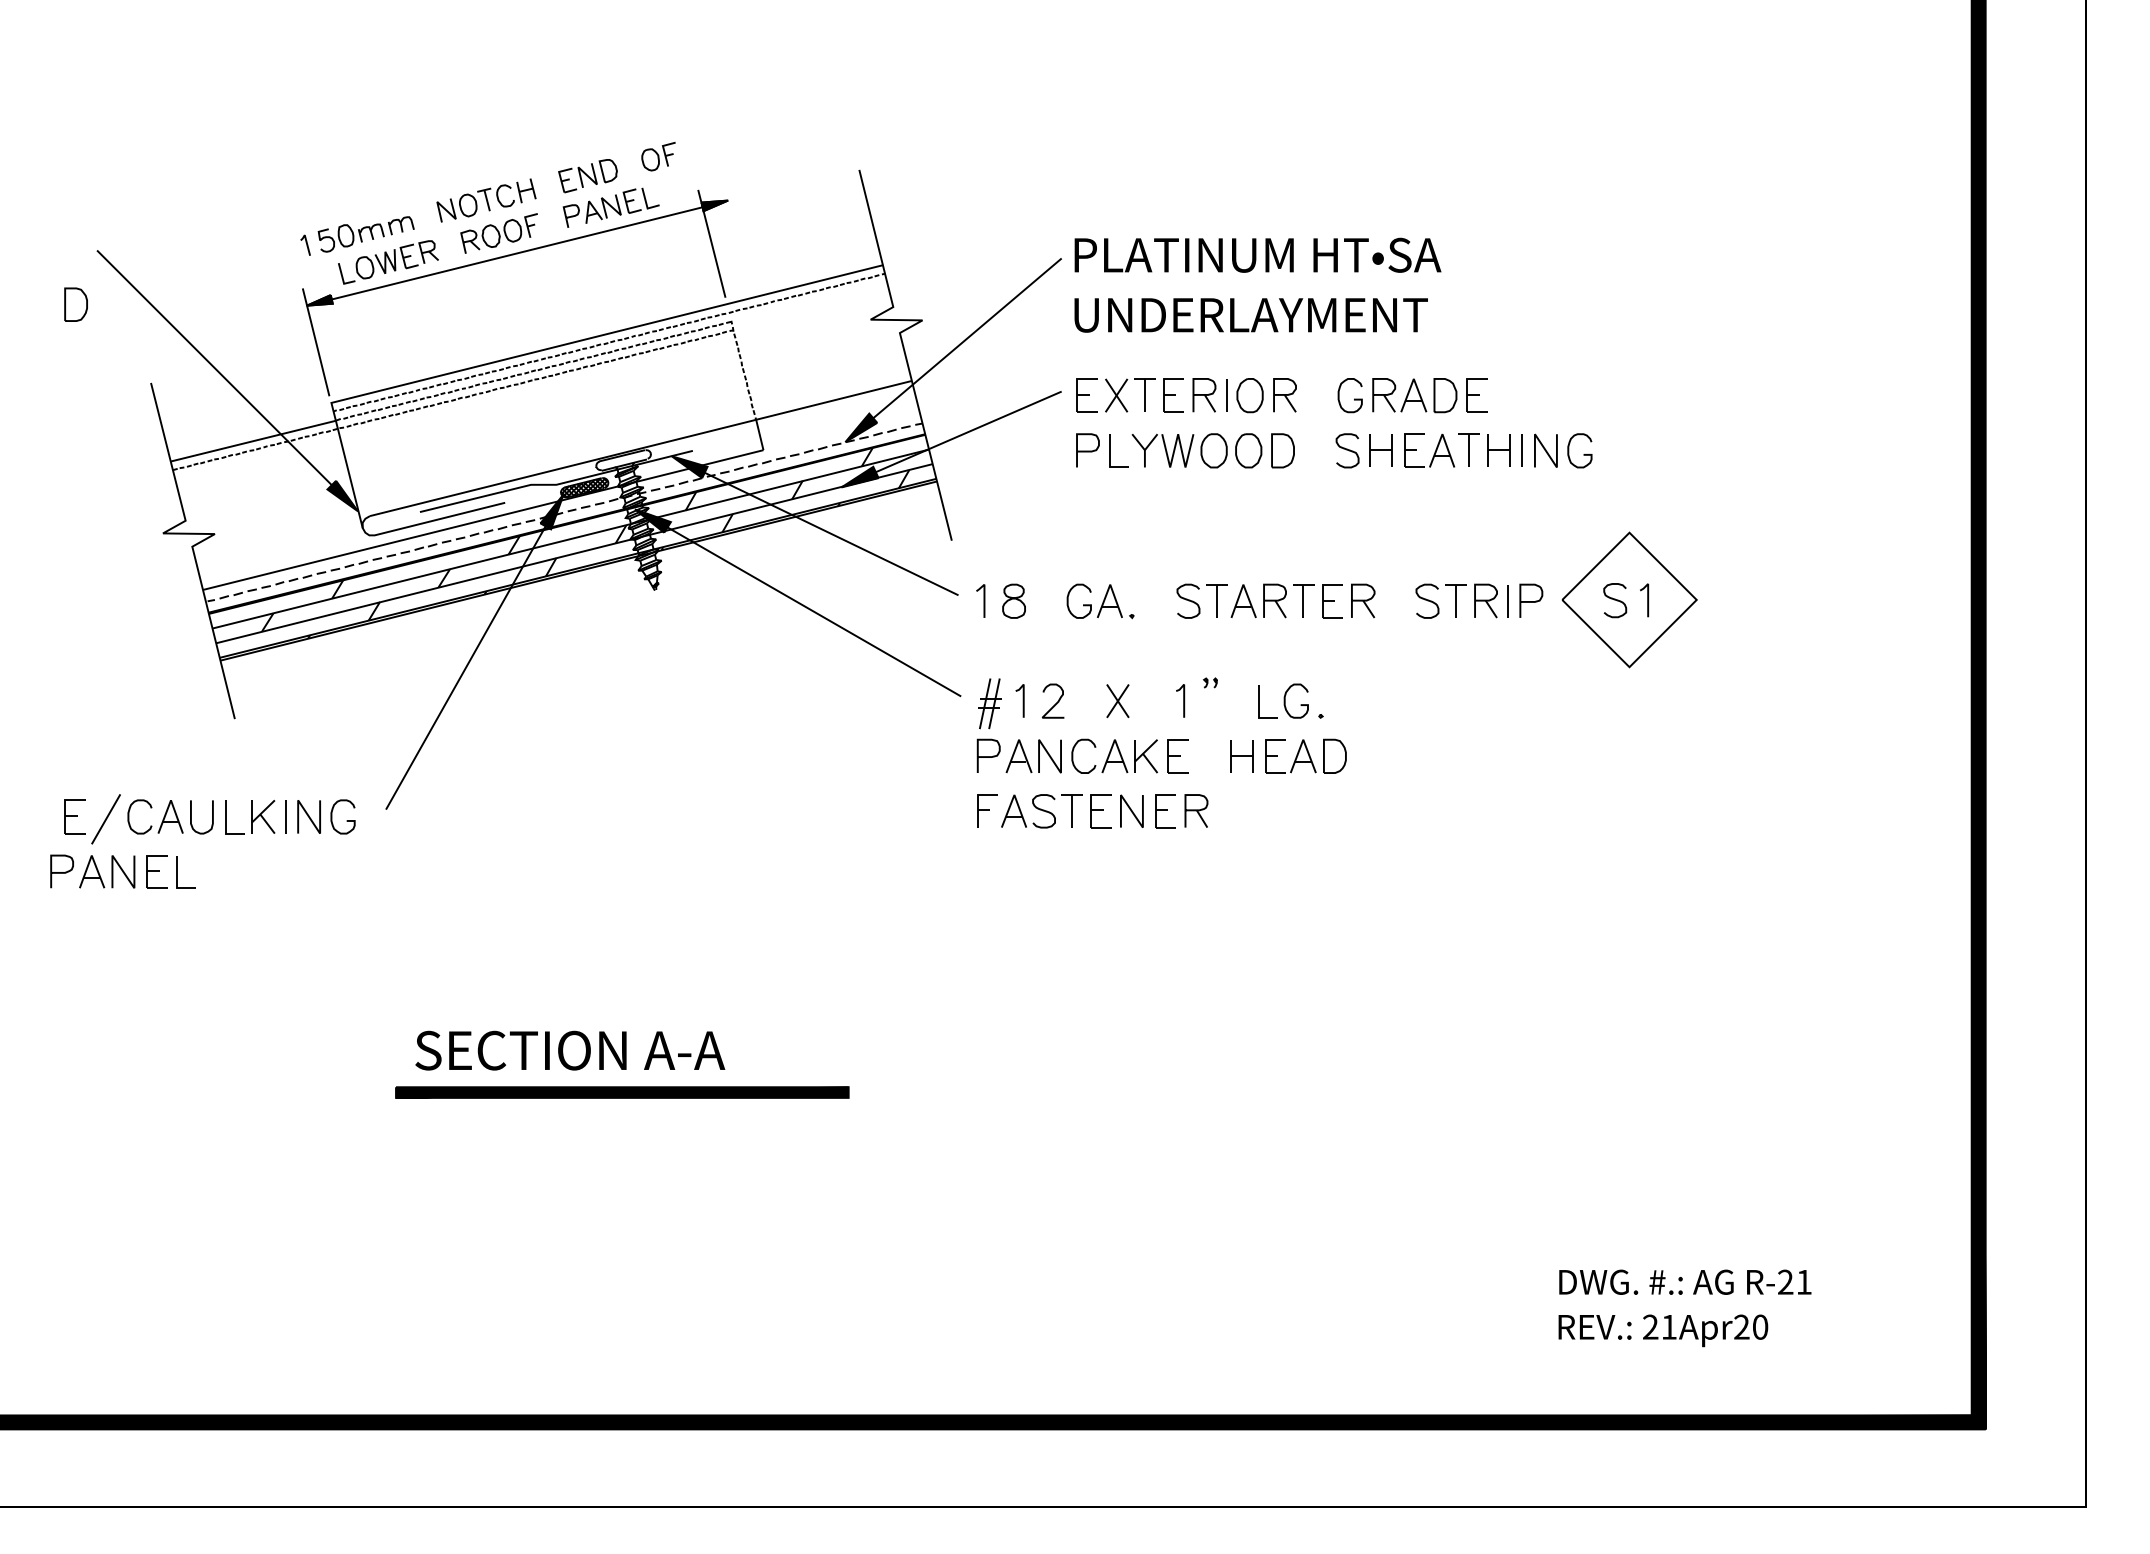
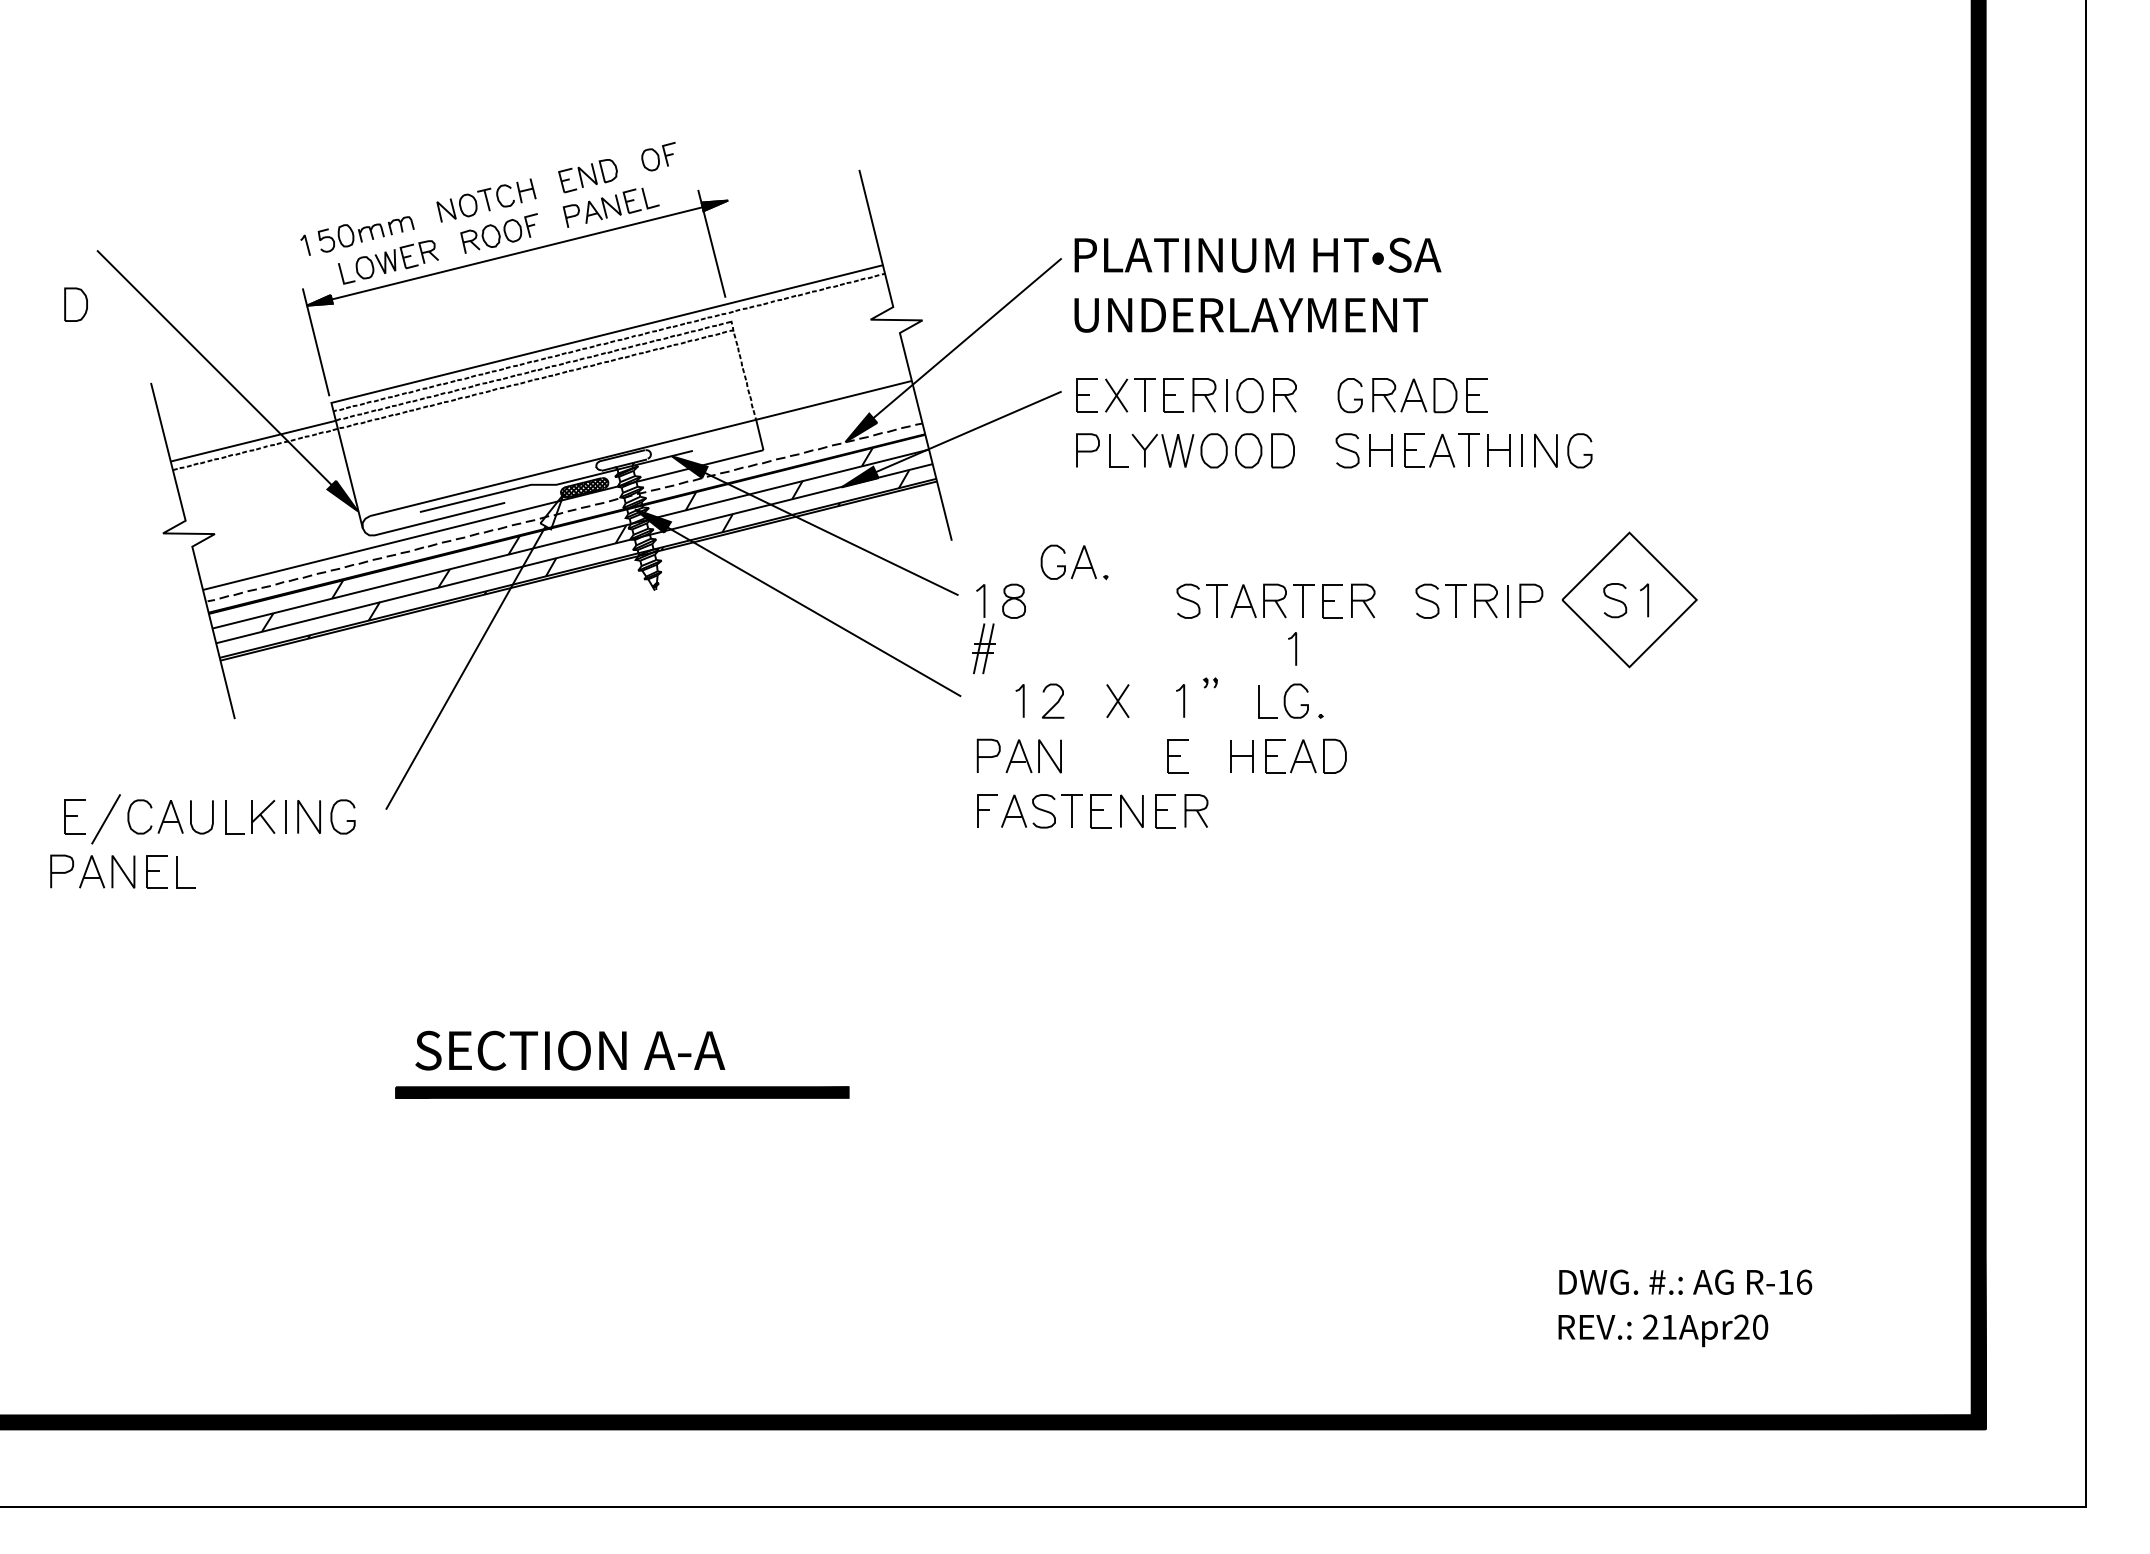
fill at (551, 511): present -> none
part at (1100, 601) position: (1100, 601) -> (1074, 562)
line at (1295, 648): none -> present
part at (989, 703) position: (989, 703) -> (983, 648)
part at (1114, 755): present -> none
text at (1795, 1281): R-21 -> R-16
